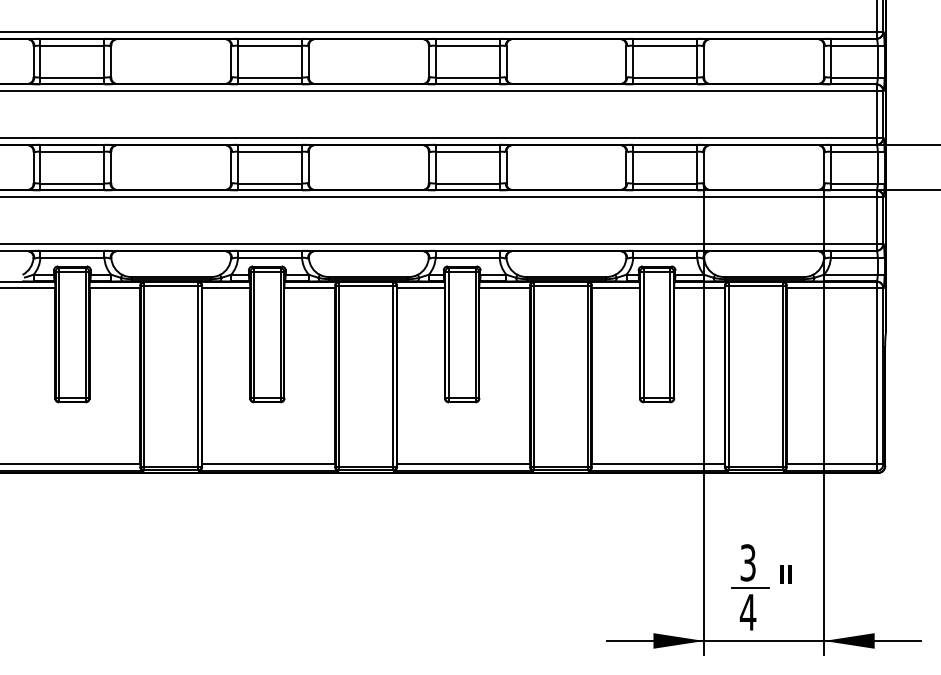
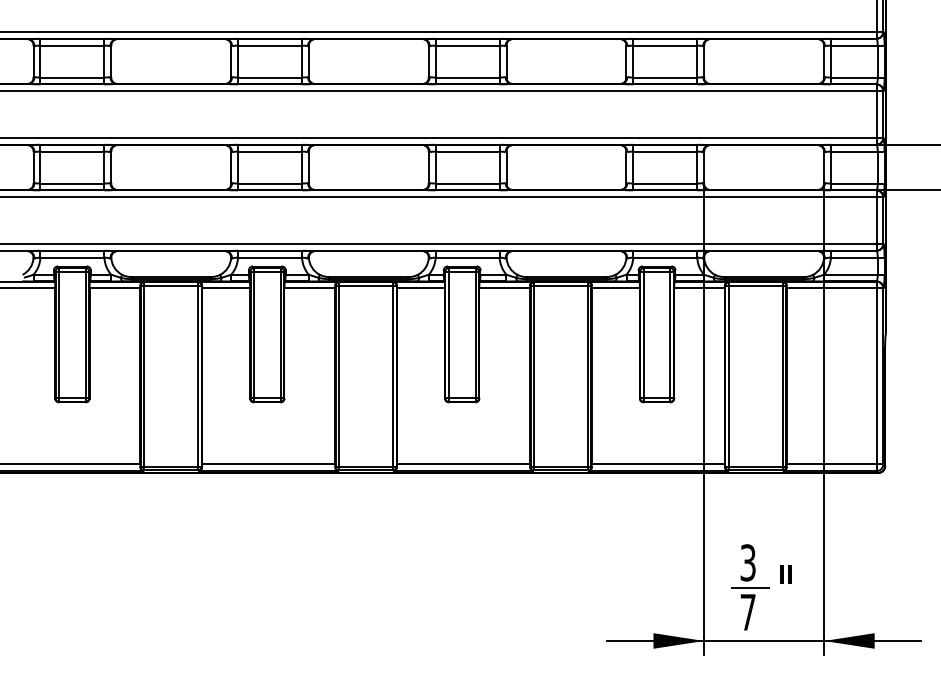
text at (747, 612): 4 -> 7
